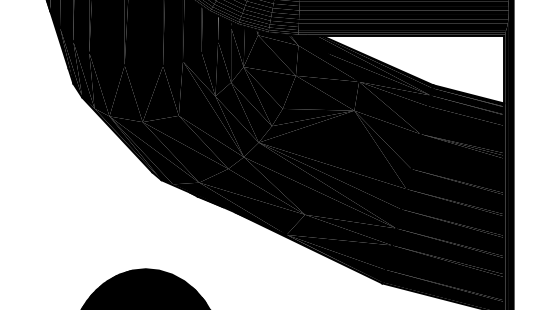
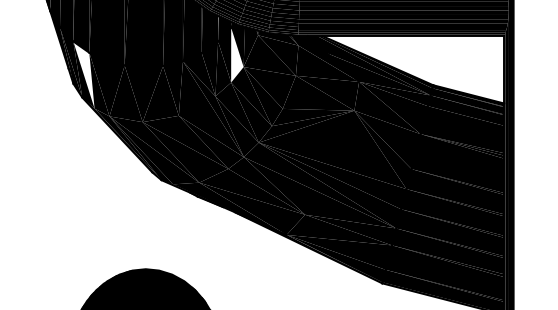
fill at (237, 54): present -> none
fill at (83, 74): present -> none
